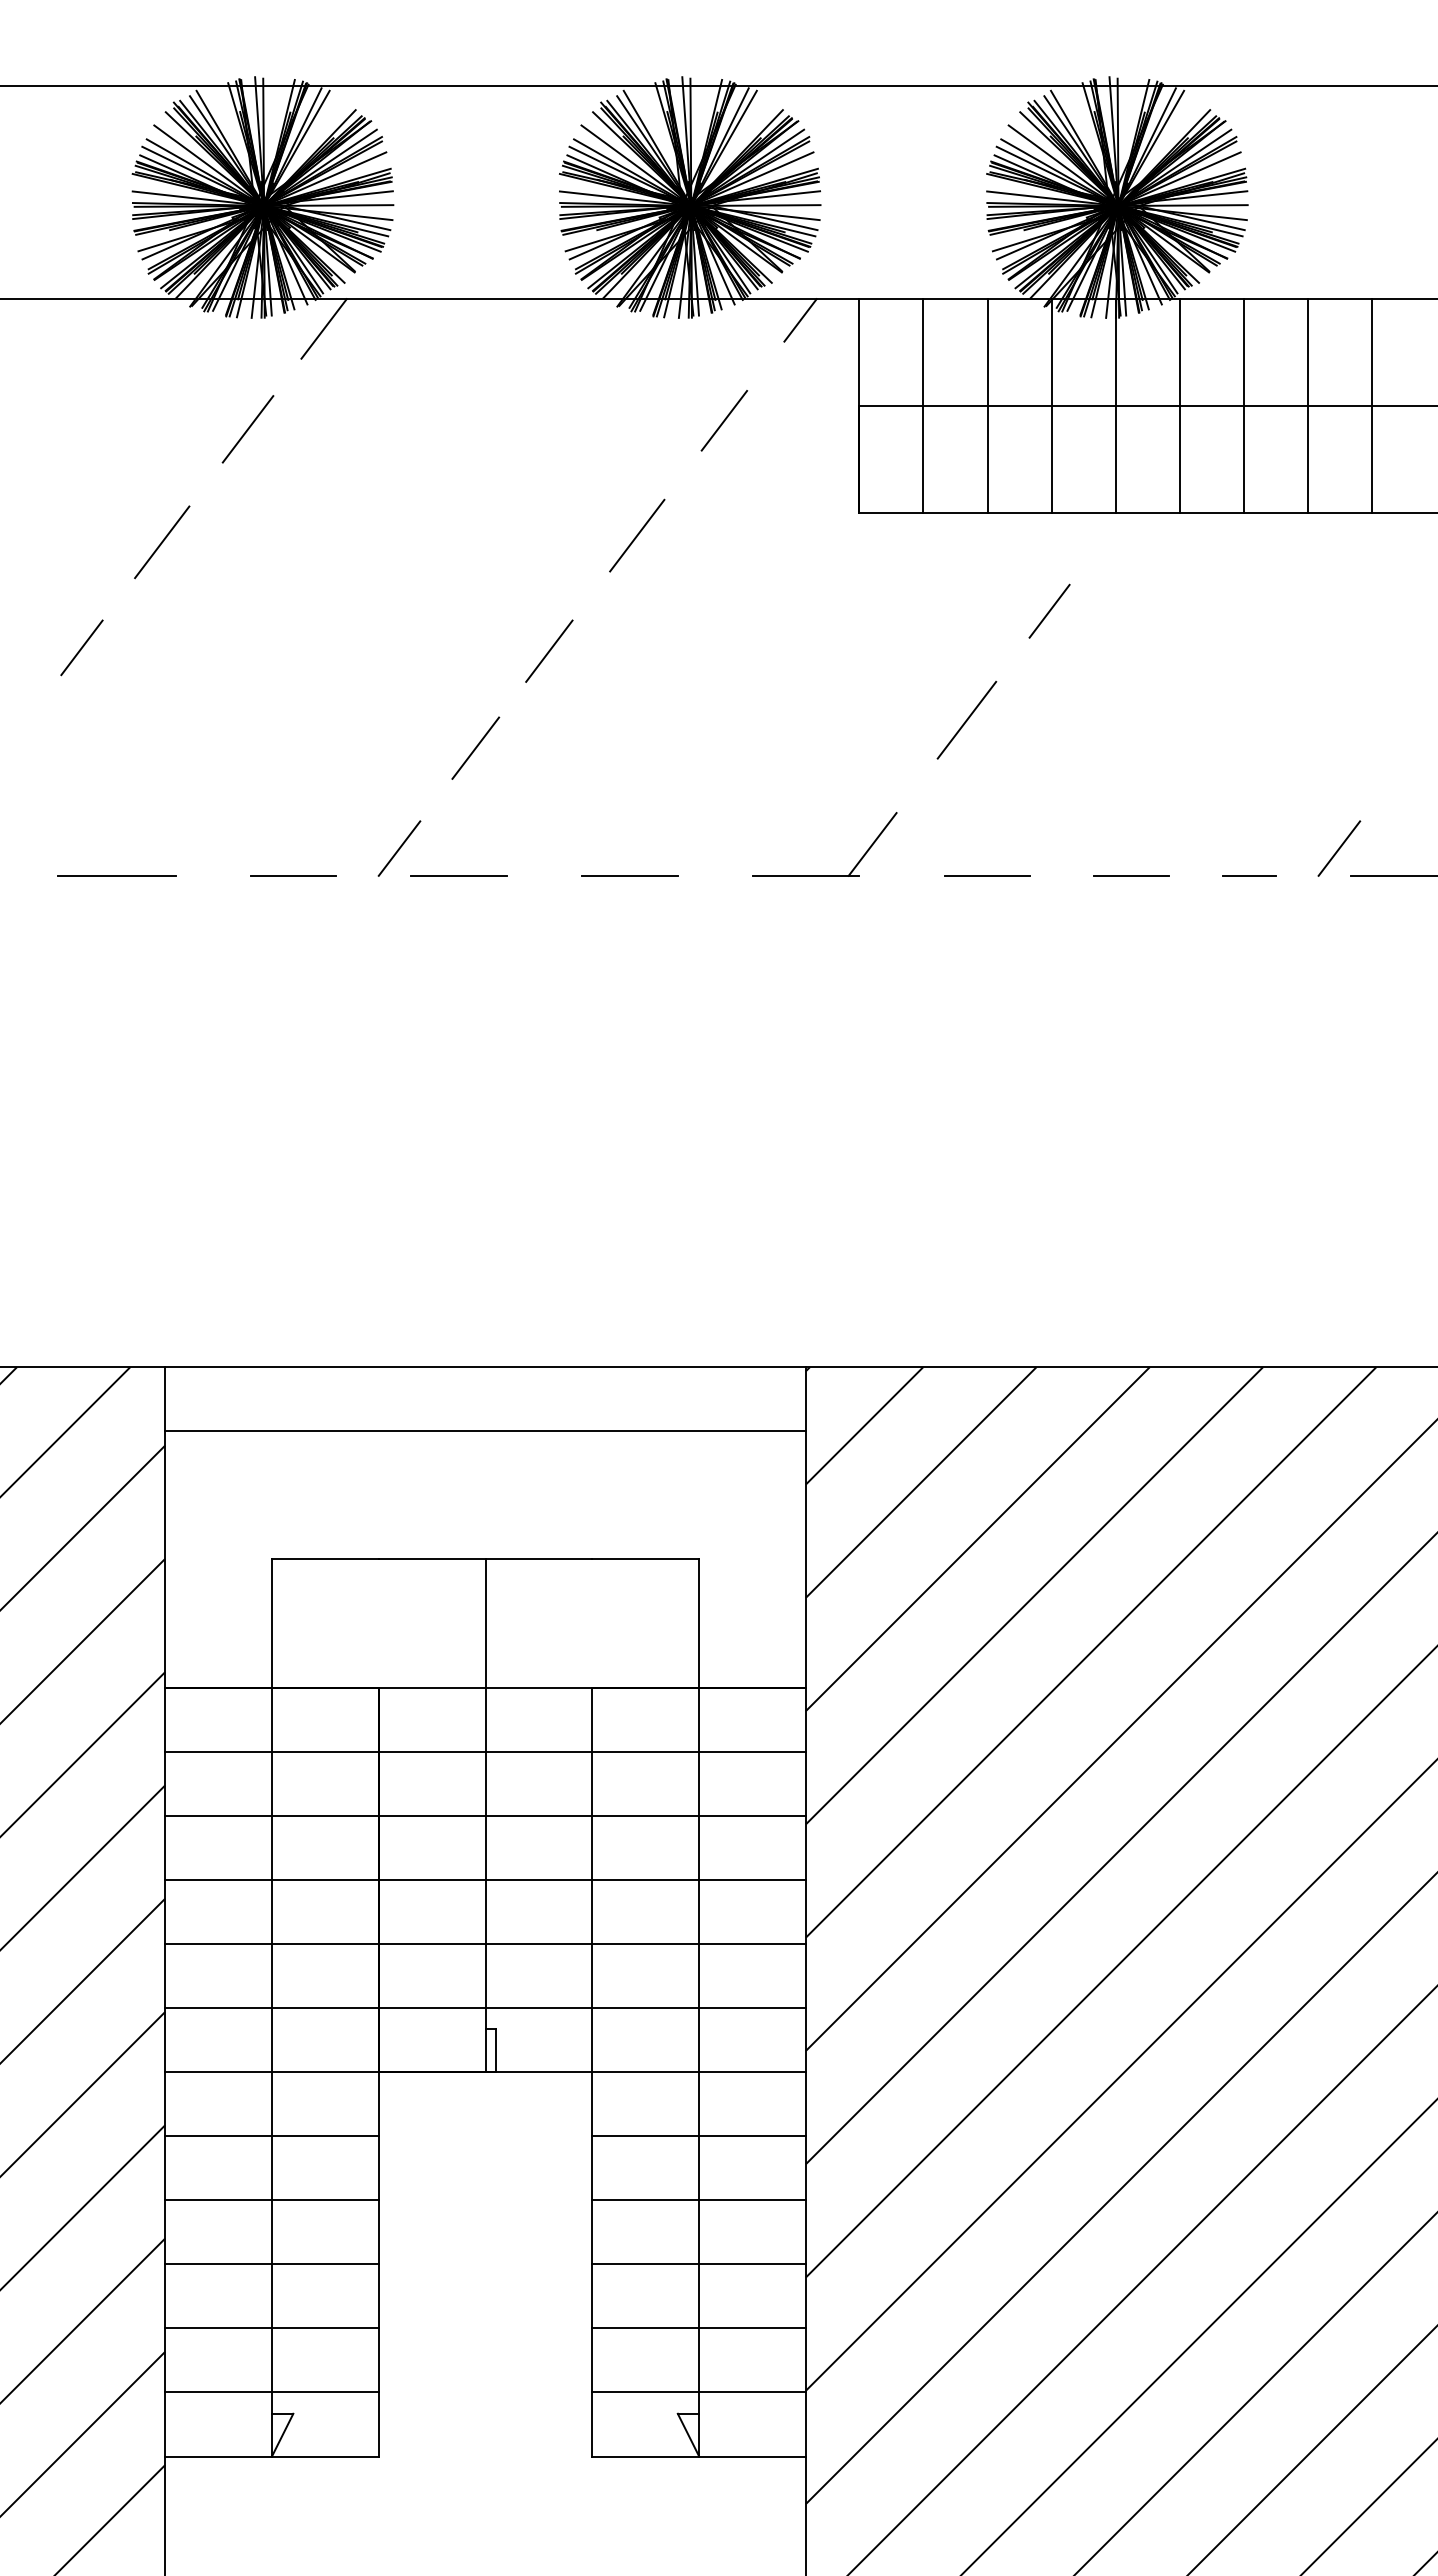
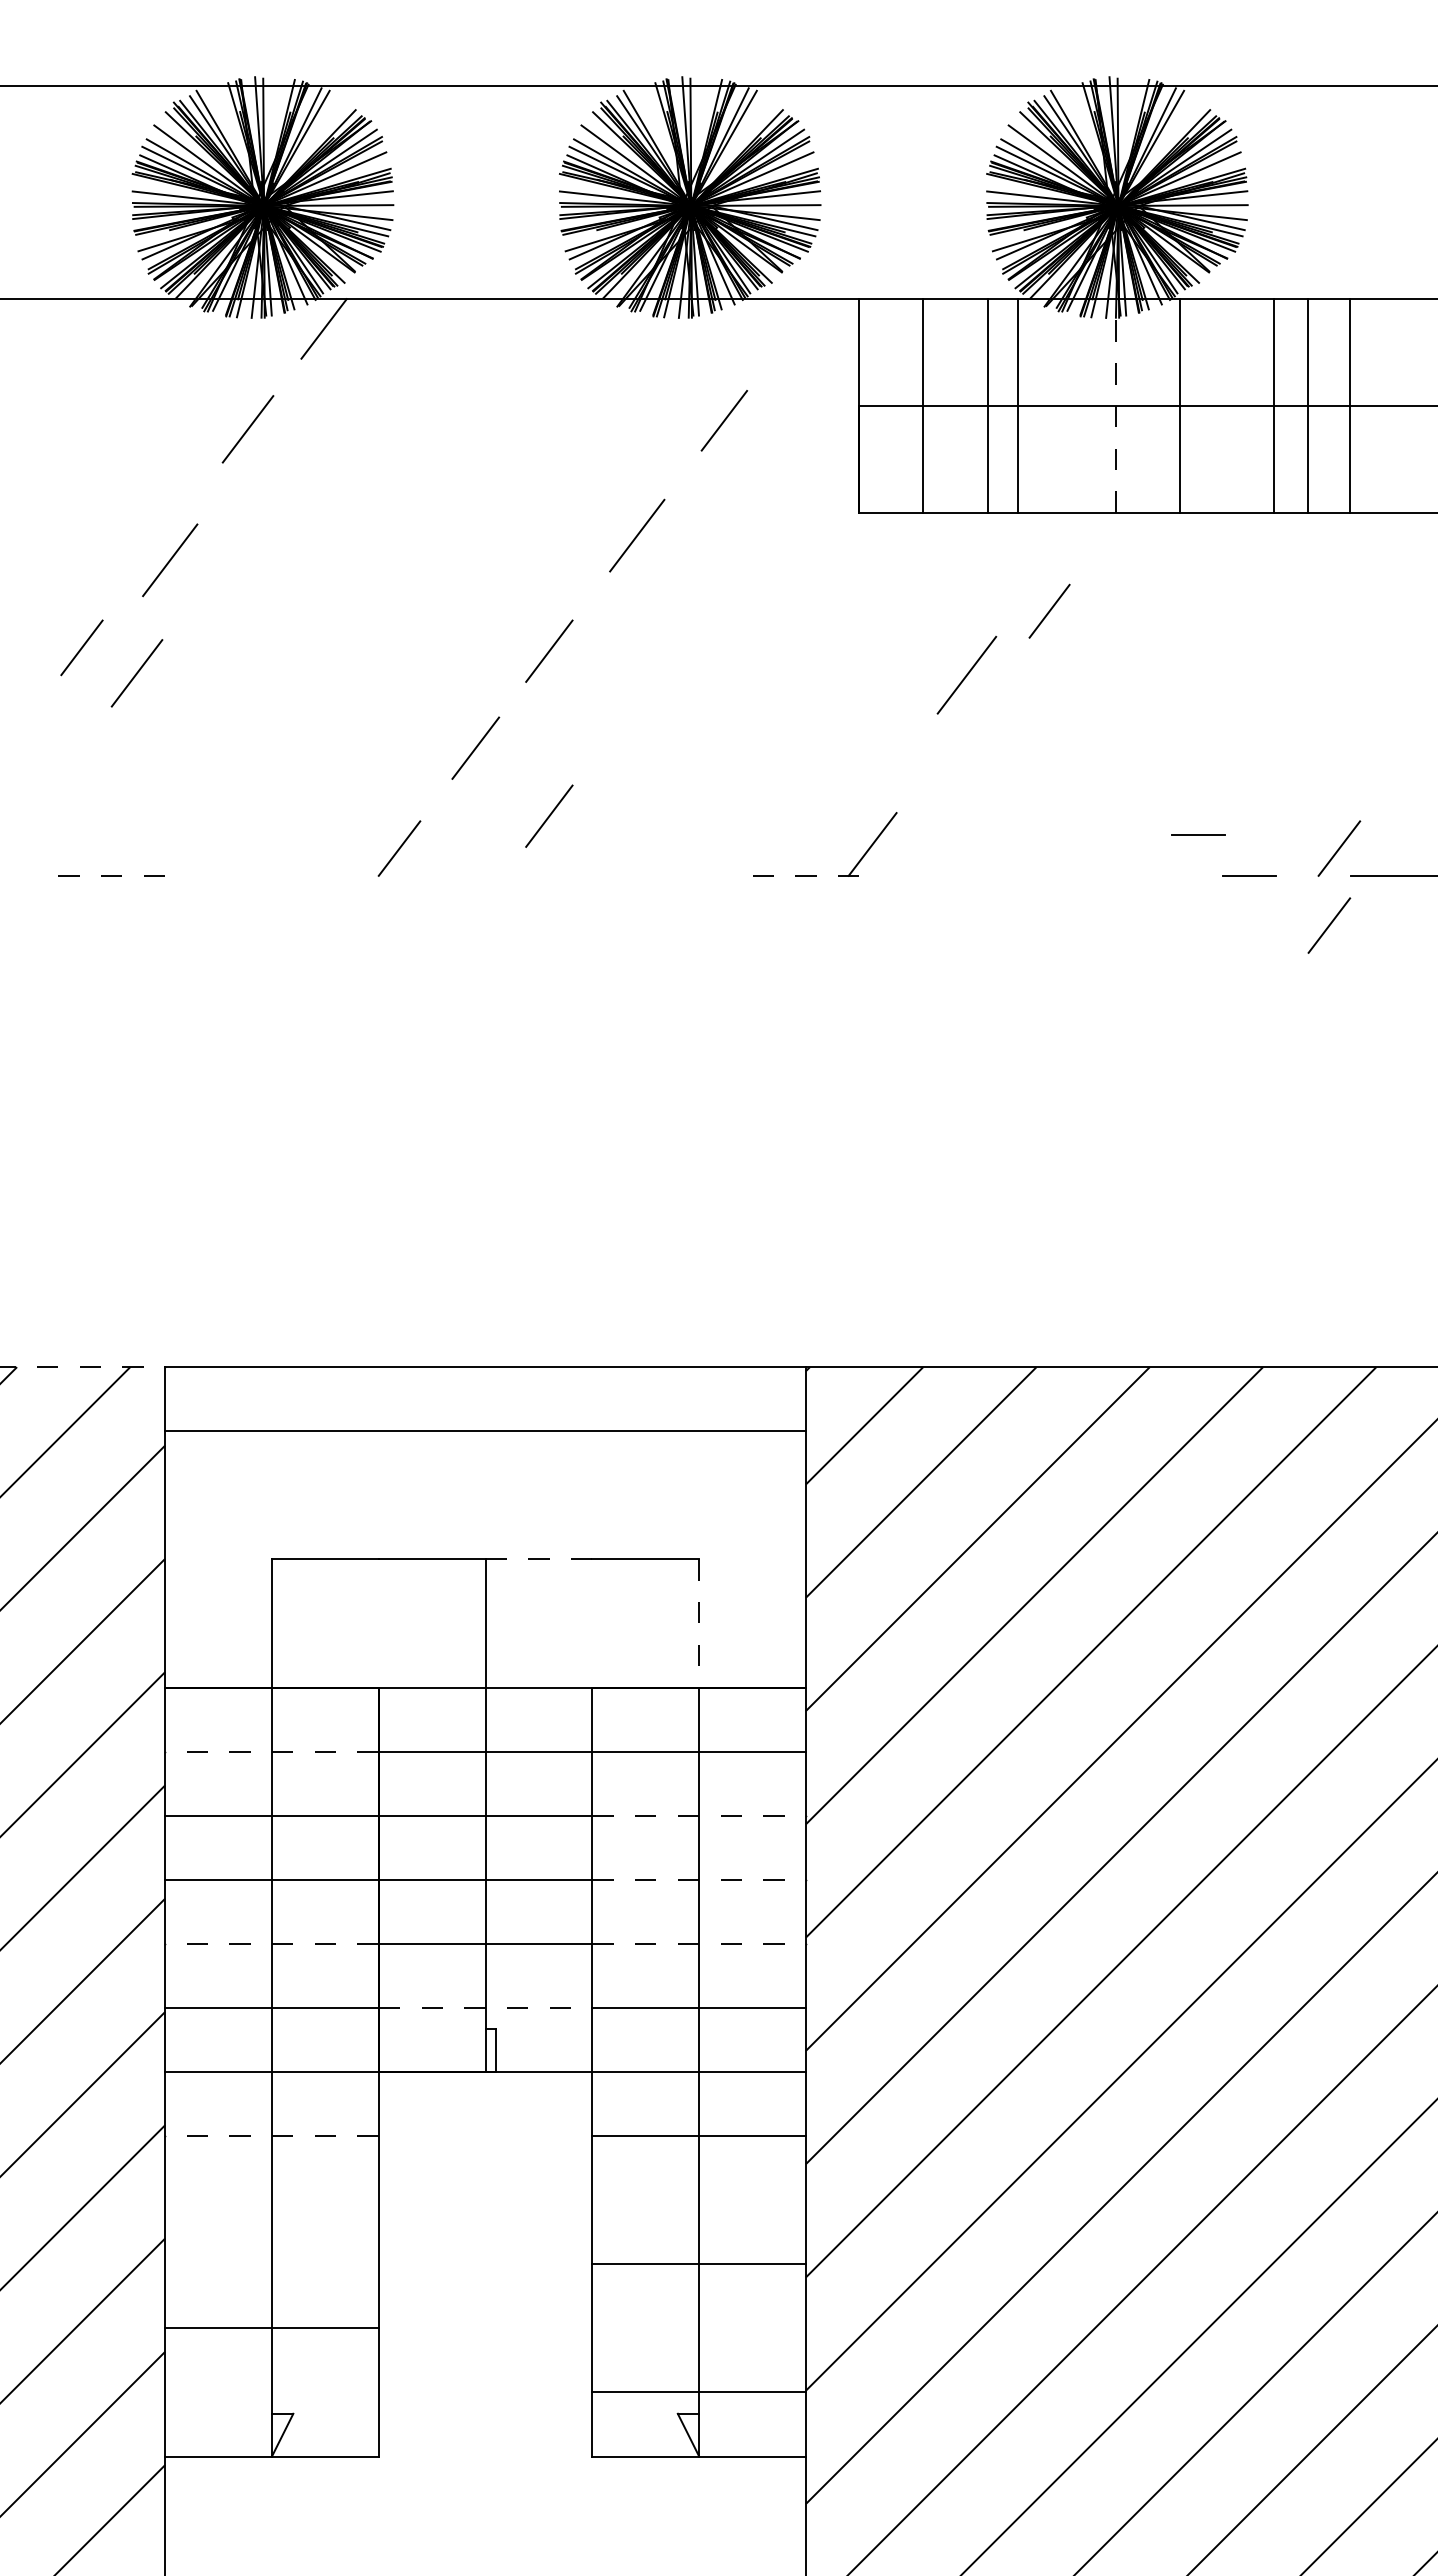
line at (800, 320): present -> none
line at (1051, 405) position: (1051, 405) -> (1017, 405)
line at (1115, 405): solid -> dashed
line at (1243, 405) position: (1243, 405) -> (1273, 405)
line at (1372, 405) position: (1372, 405) -> (1350, 405)
line at (162, 542) position: (162, 542) -> (170, 560)
line at (136, 673): none -> present
line at (966, 720) position: (966, 720) -> (966, 675)
line at (549, 815): none -> present
line at (1198, 834): none -> present
line at (117, 875): solid -> dashed
line at (293, 875): present -> none
line at (458, 875): present -> none
line at (629, 875): present -> none
line at (806, 875): solid -> dashed
line at (987, 875): present -> none
line at (1131, 875): present -> none
line at (1329, 925): none -> present
line at (83, 1367): solid -> dashed
line at (539, 1559): solid -> dashed
line at (699, 1623): solid -> dashed
line at (272, 1751): solid -> dashed
line at (699, 1815): solid -> dashed
line at (699, 1879): solid -> dashed
line at (272, 1943): solid -> dashed
line at (699, 1943): solid -> dashed
line at (485, 2007): solid -> dashed
line at (272, 2136): solid -> dashed
line at (271, 2200): present -> none
line at (699, 2200): present -> none
line at (271, 2264): present -> none
line at (699, 2328): present -> none
line at (271, 2392): present -> none
